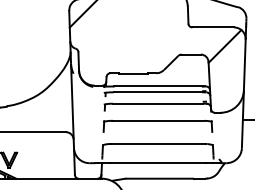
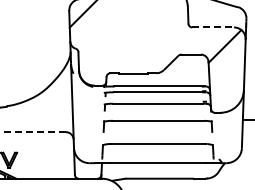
line at (213, 27): solid -> dashed
line at (33, 132): solid -> dashed
